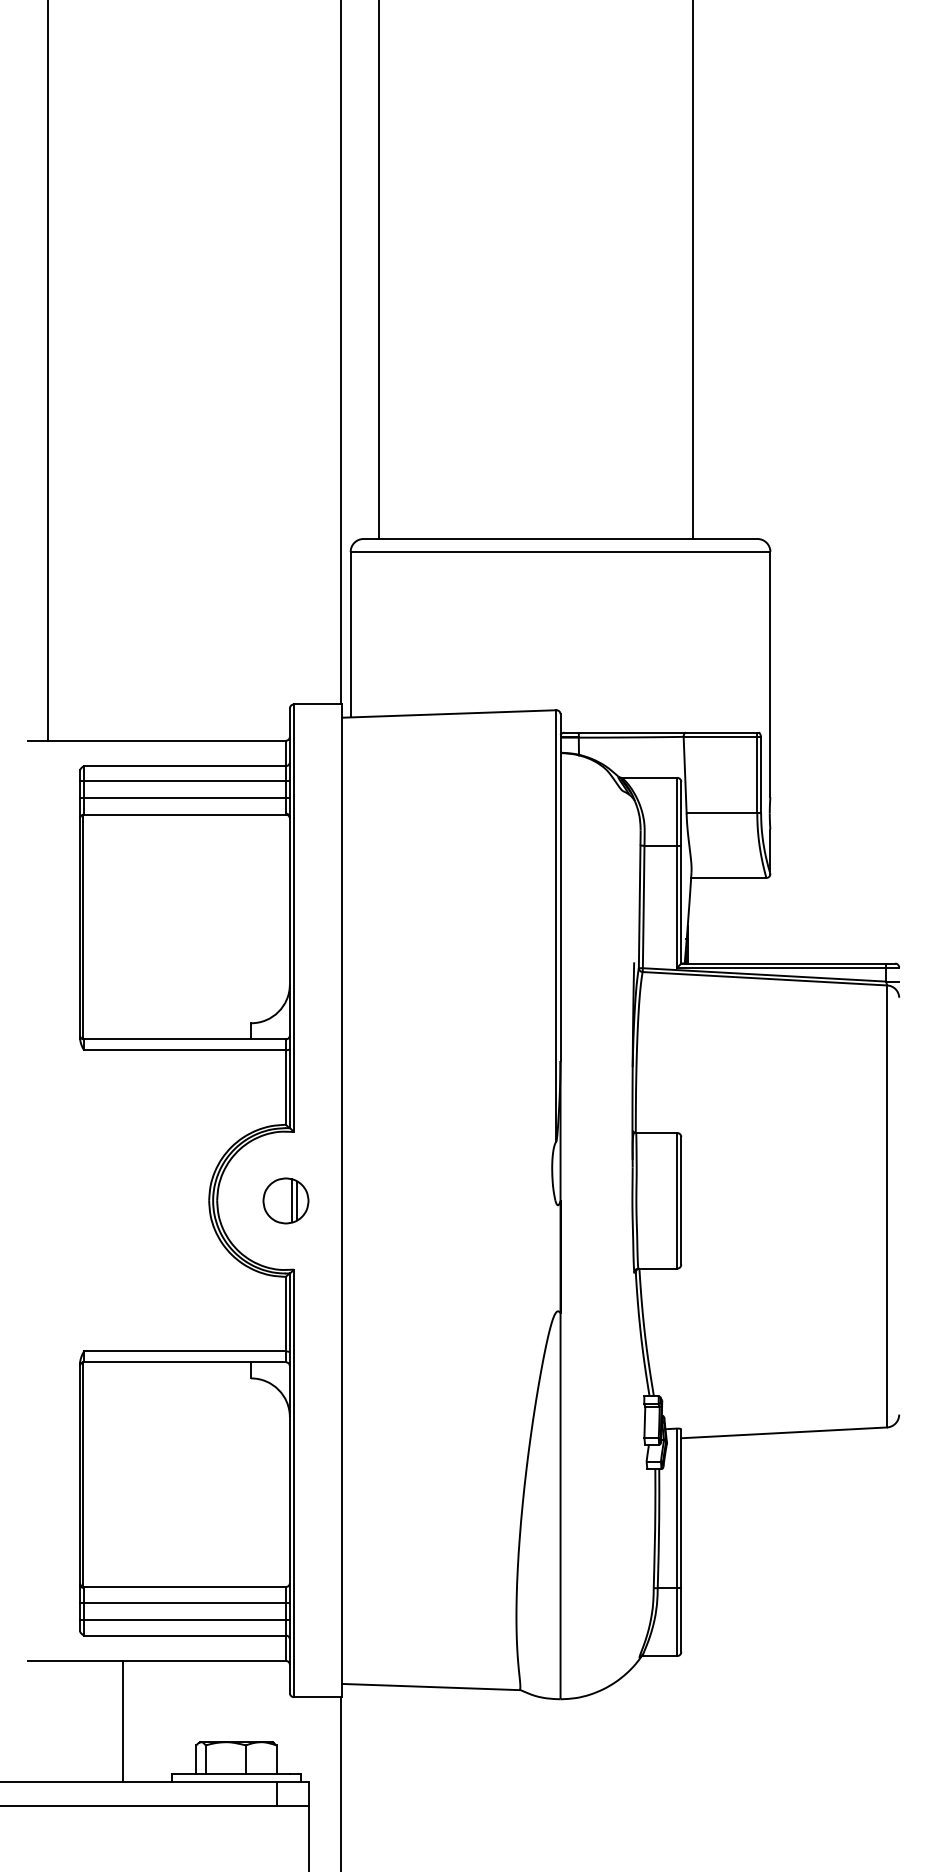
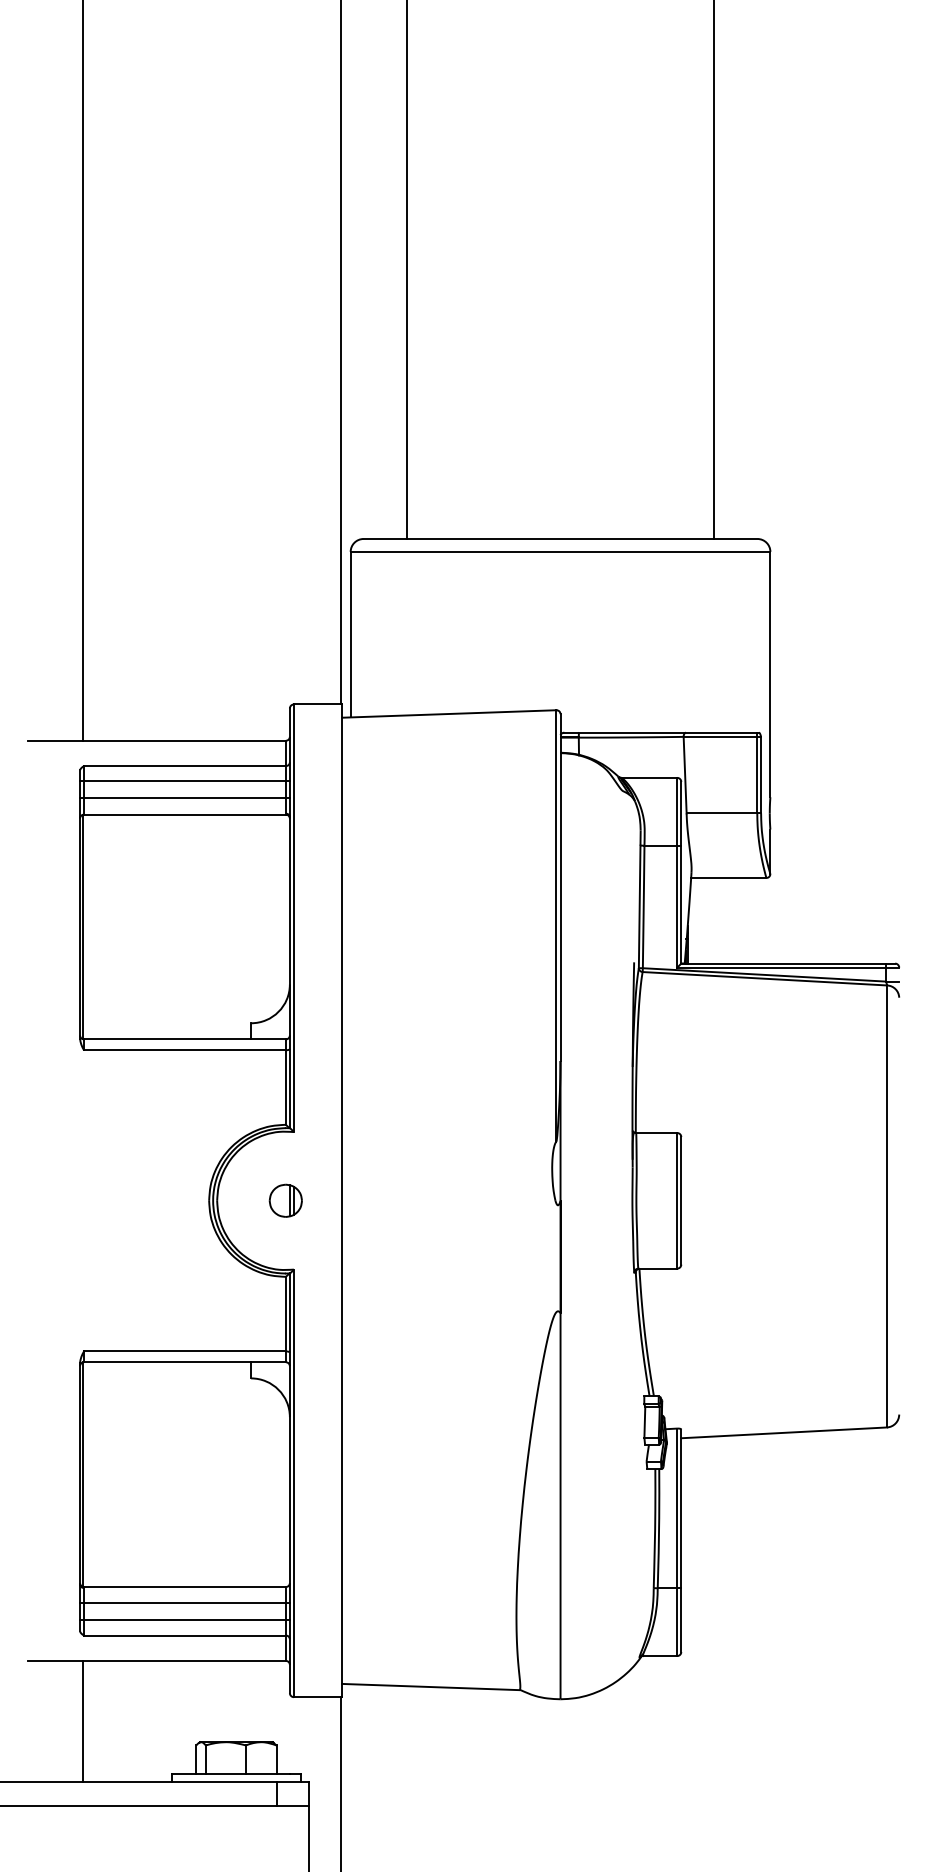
line at (379, 270) position: (379, 270) -> (407, 270)
line at (692, 270) position: (692, 270) -> (713, 270)
line at (48, 371) position: (48, 371) -> (83, 371)
part at (285, 1200) size: 48x48 px -> 35x35 px
line at (123, 1720) position: (123, 1720) -> (83, 1720)
